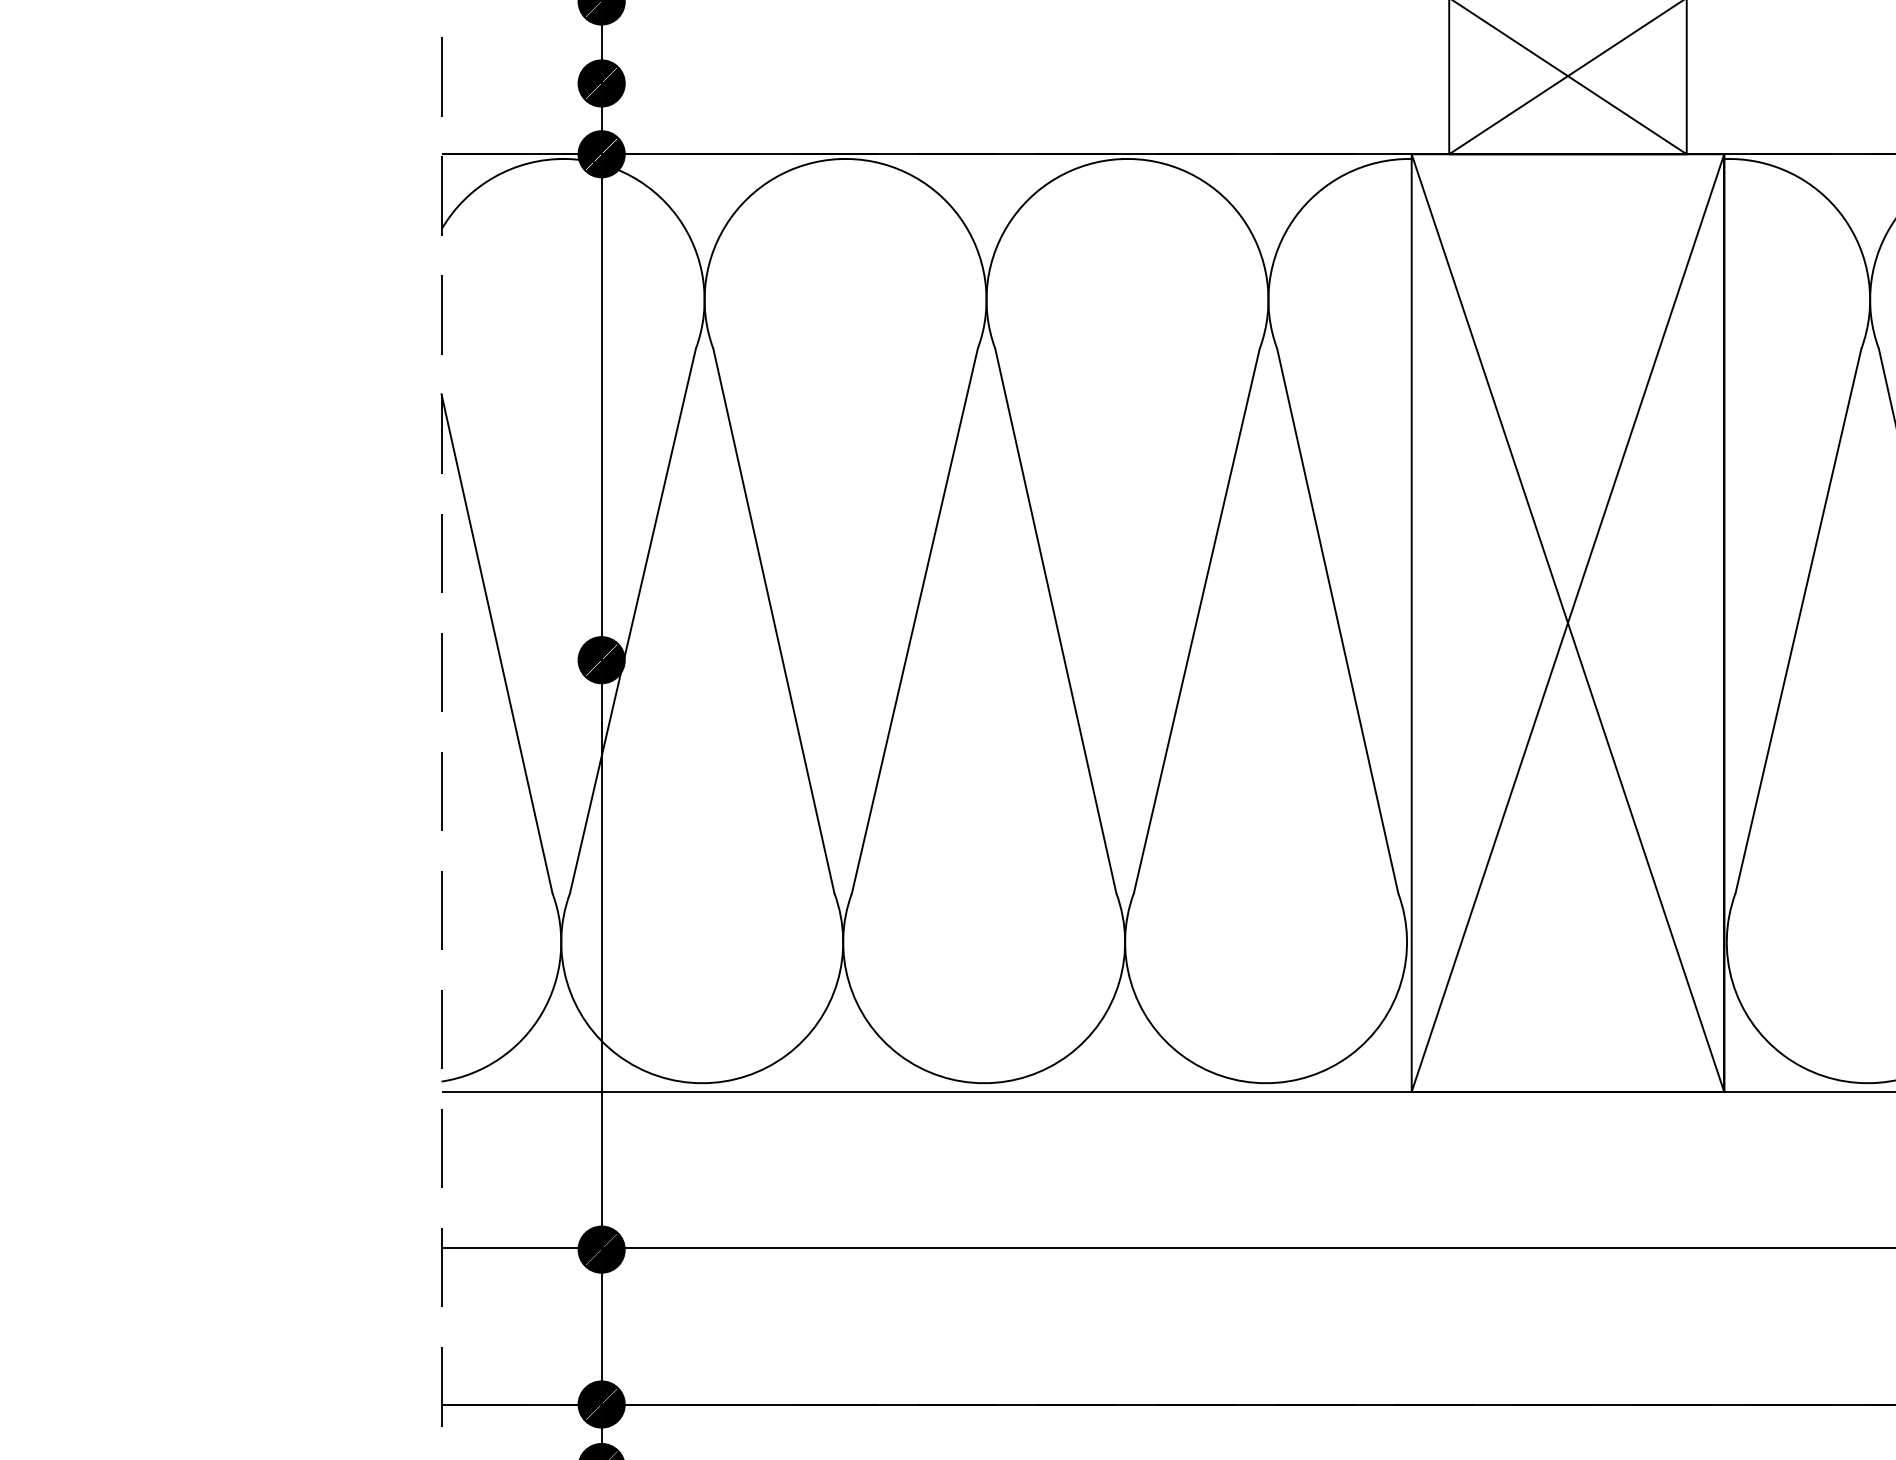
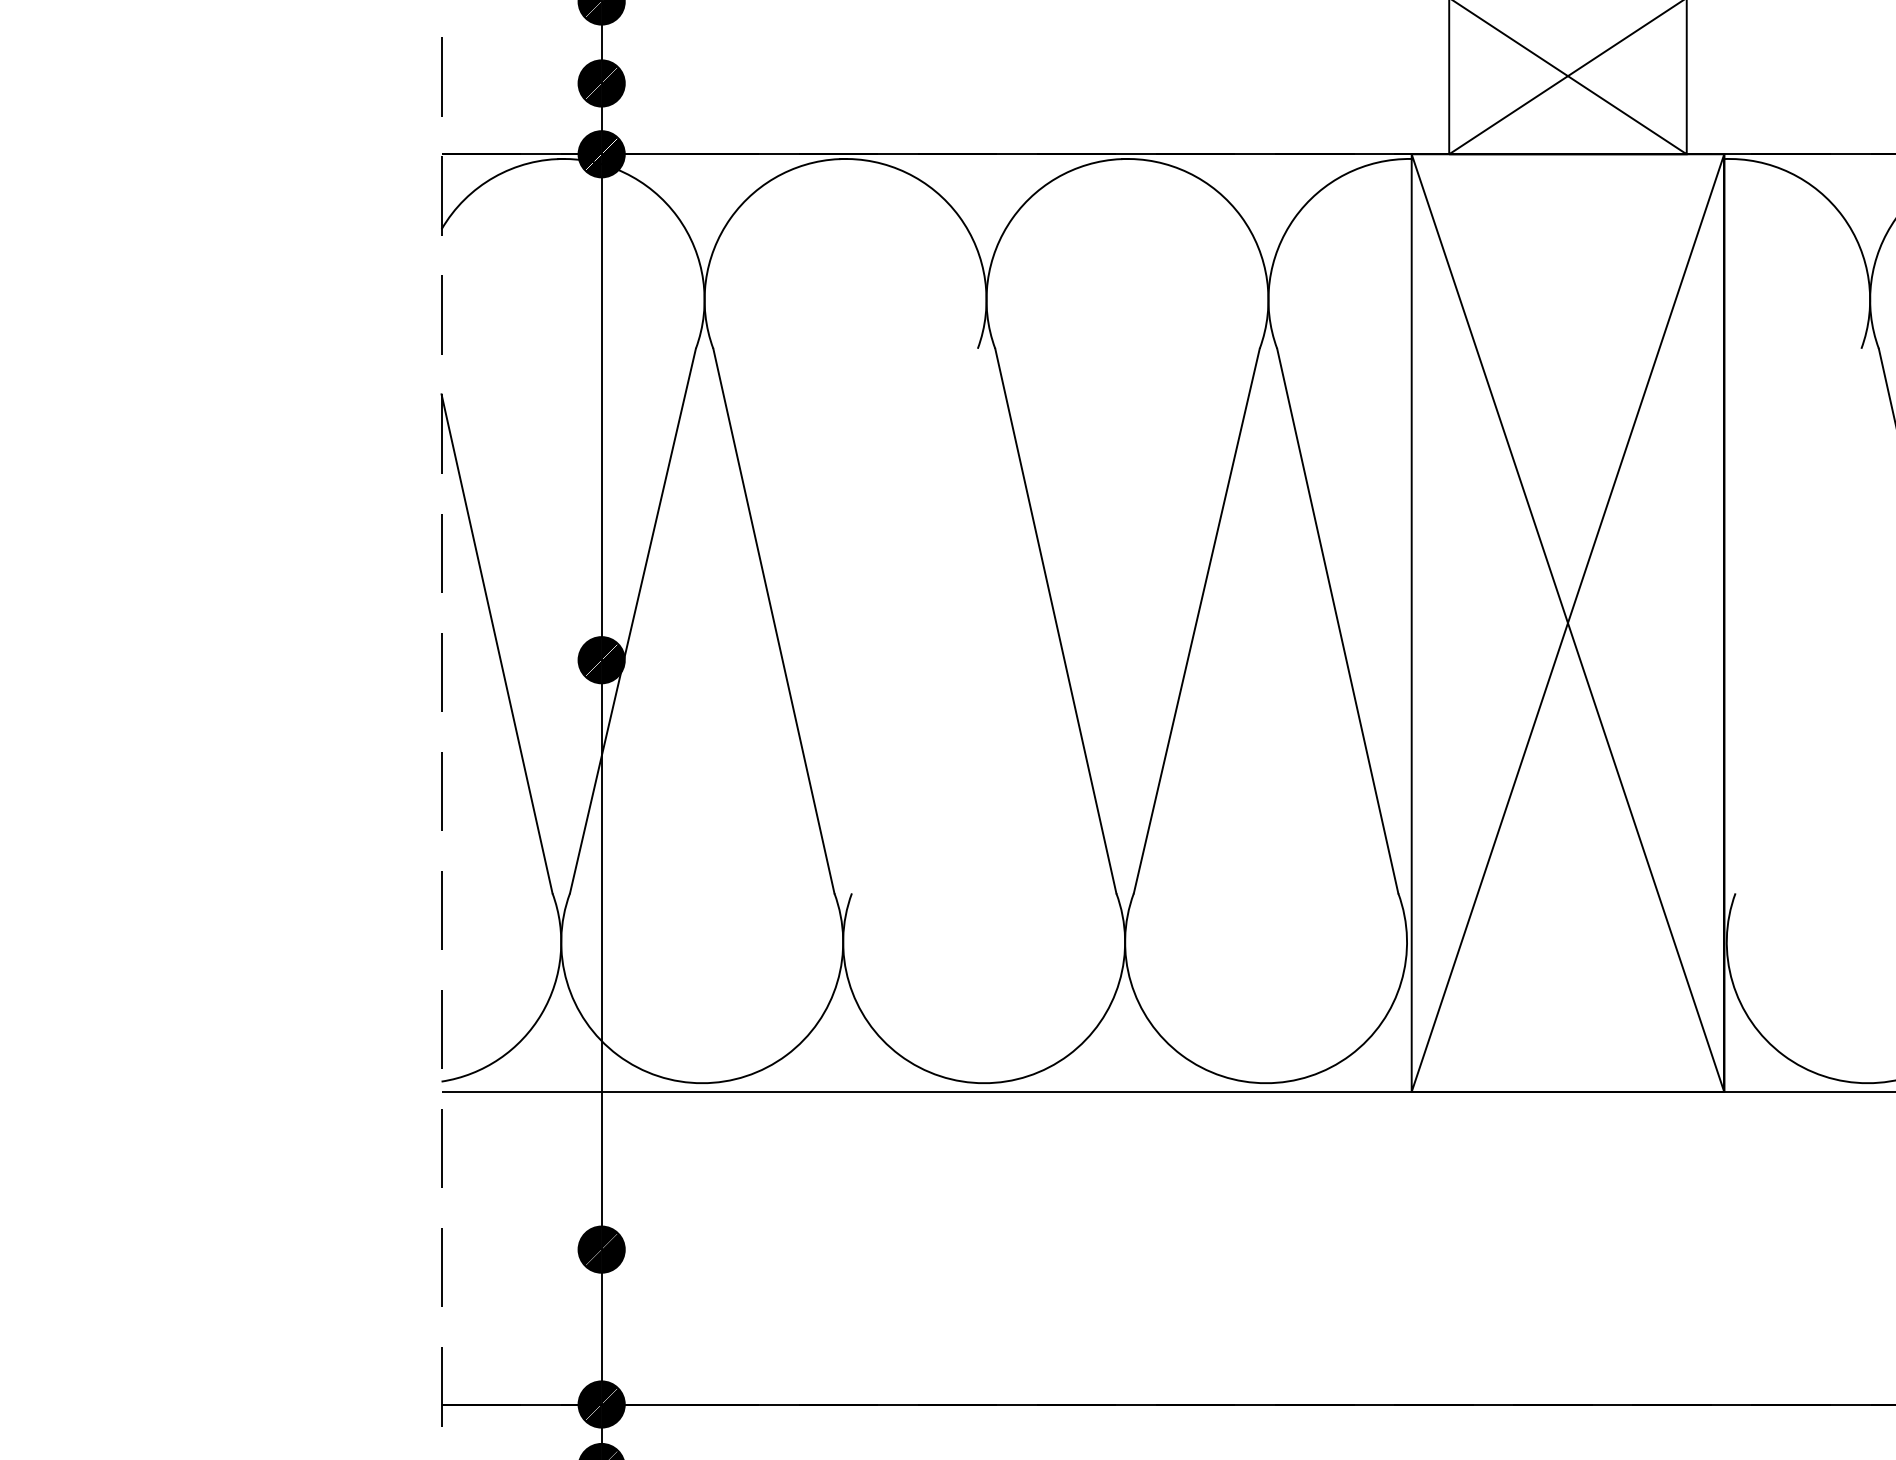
line at (914, 620): present -> none
line at (1798, 620): present -> none
line at (1166, 1248): present -> none
